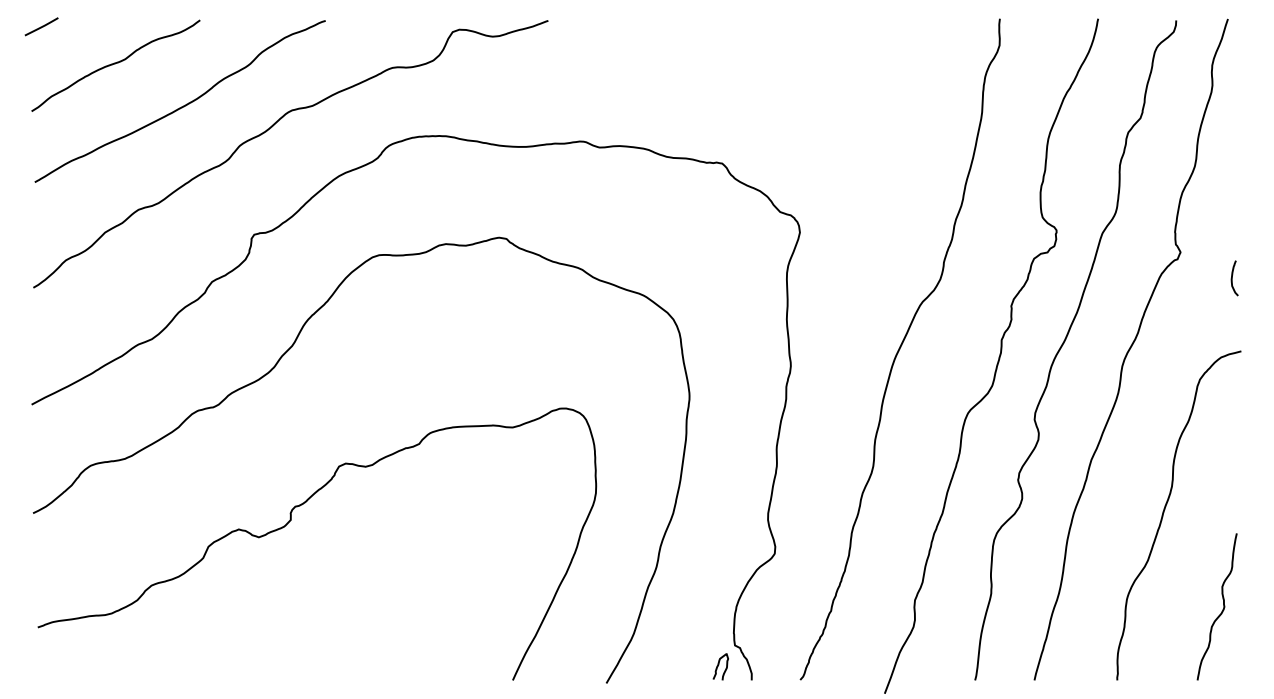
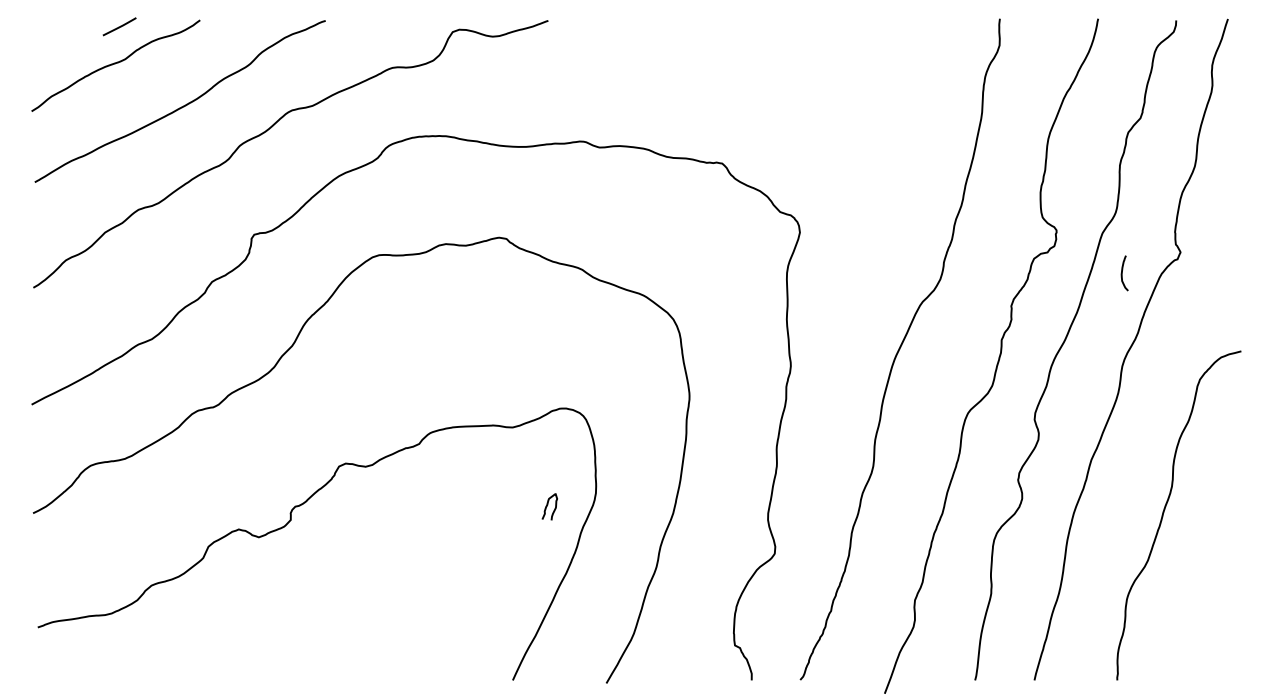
line at (41, 26) position: (41, 26) -> (119, 26)
curve at (1232, 278) position: (1232, 278) -> (1122, 273)
curve at (1222, 609): present -> none
curve at (718, 666) position: (718, 666) -> (547, 506)
